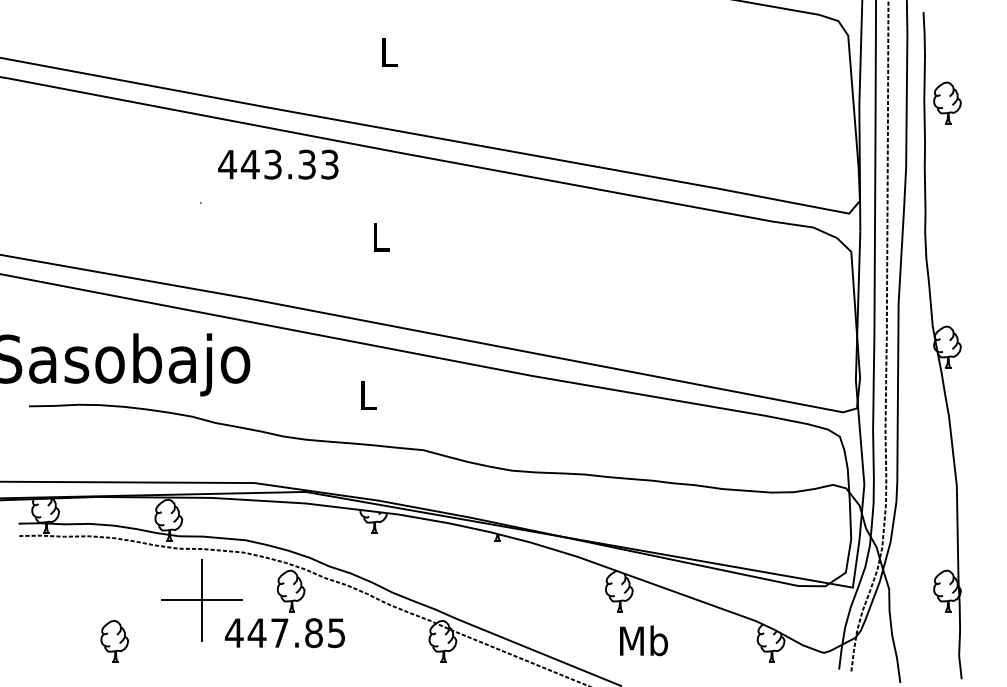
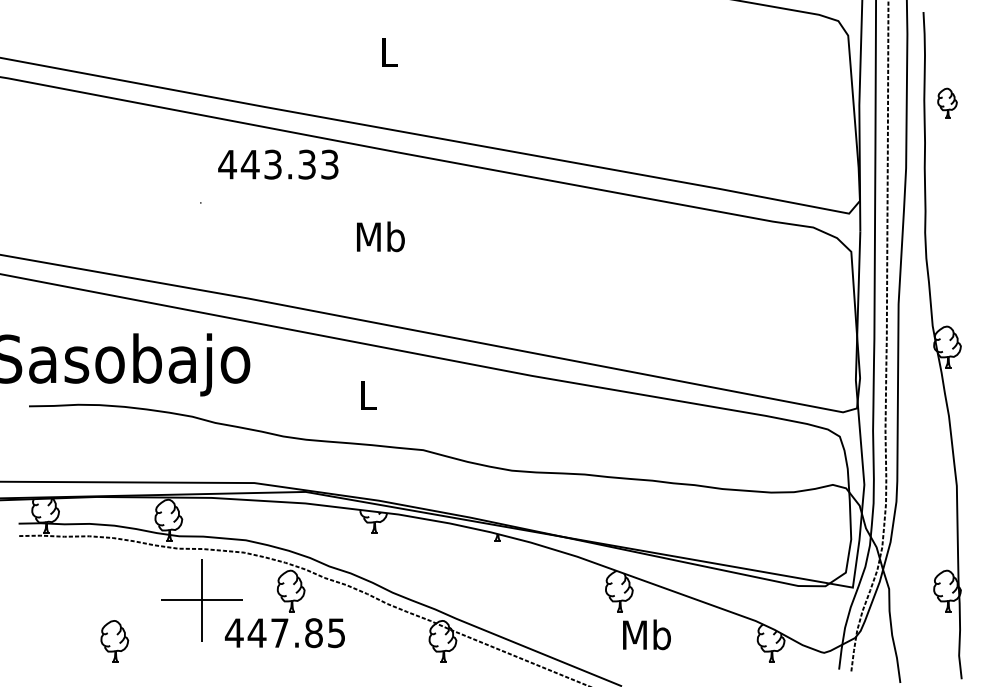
part at (947, 102) size: 29x44 px -> 21x32 px
text at (380, 236): L -> Mb
text at (643, 640) position: (643, 640) -> (646, 634)
